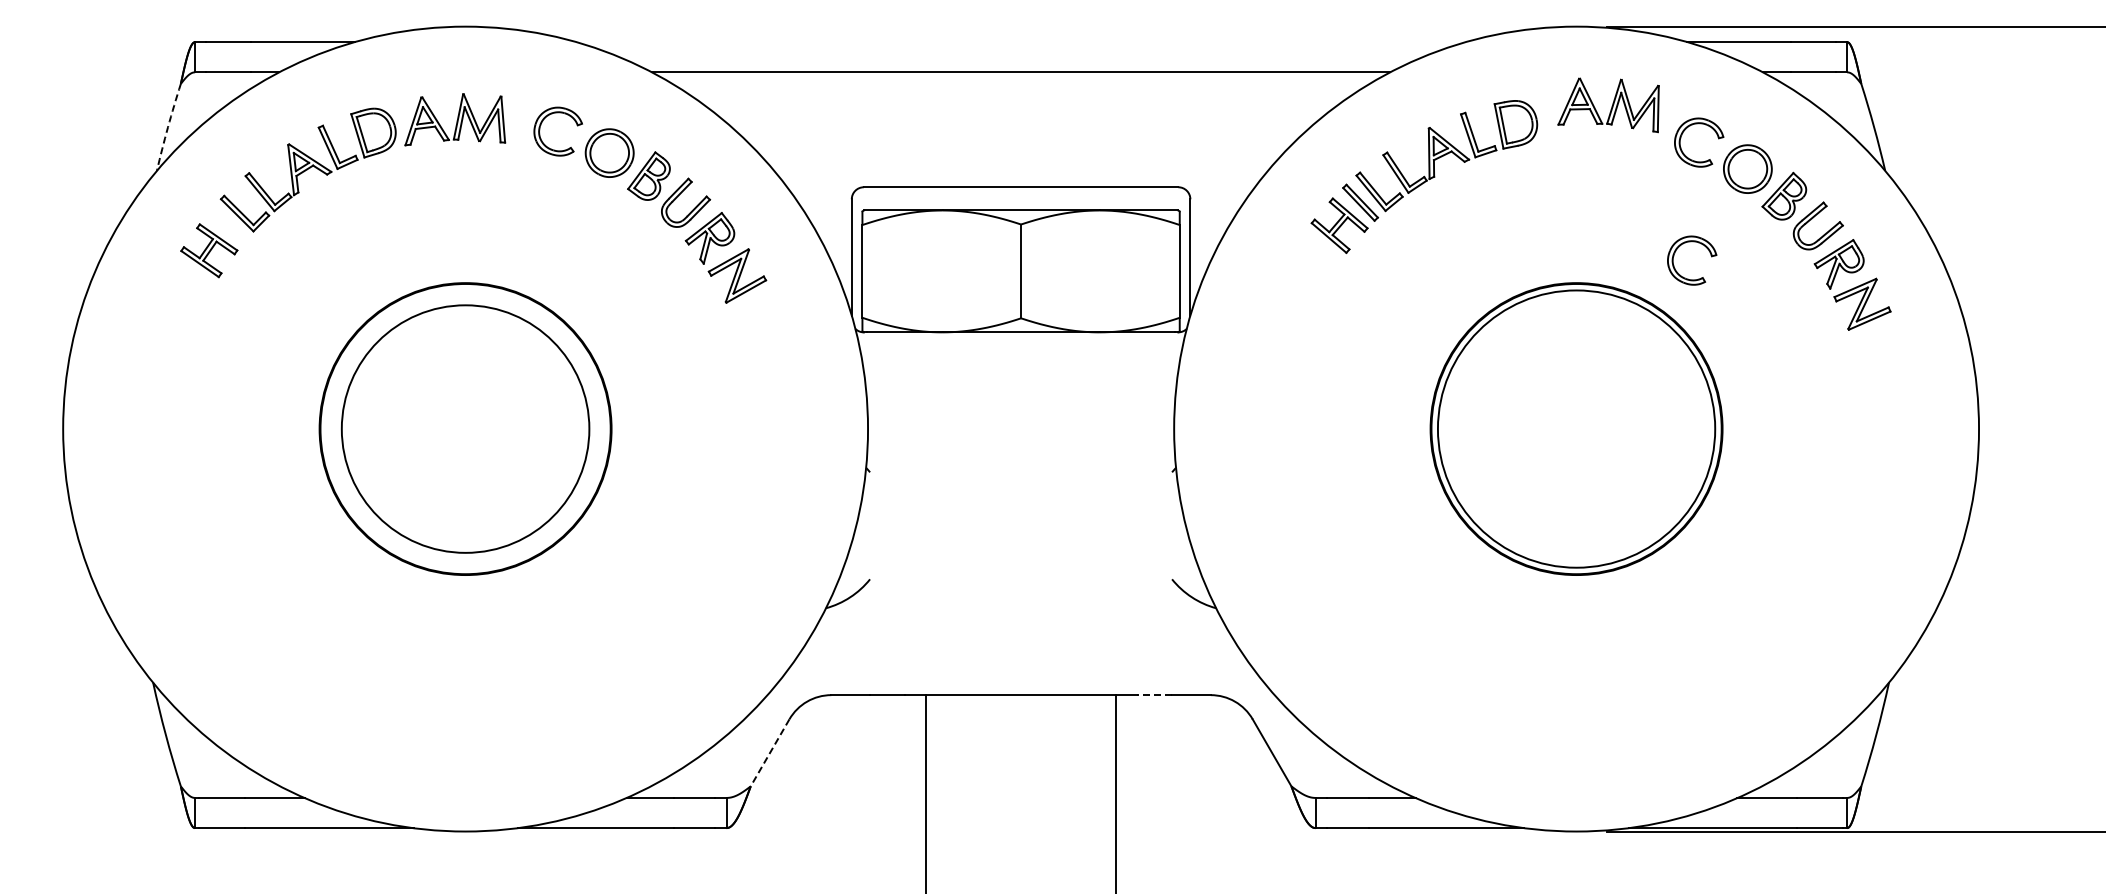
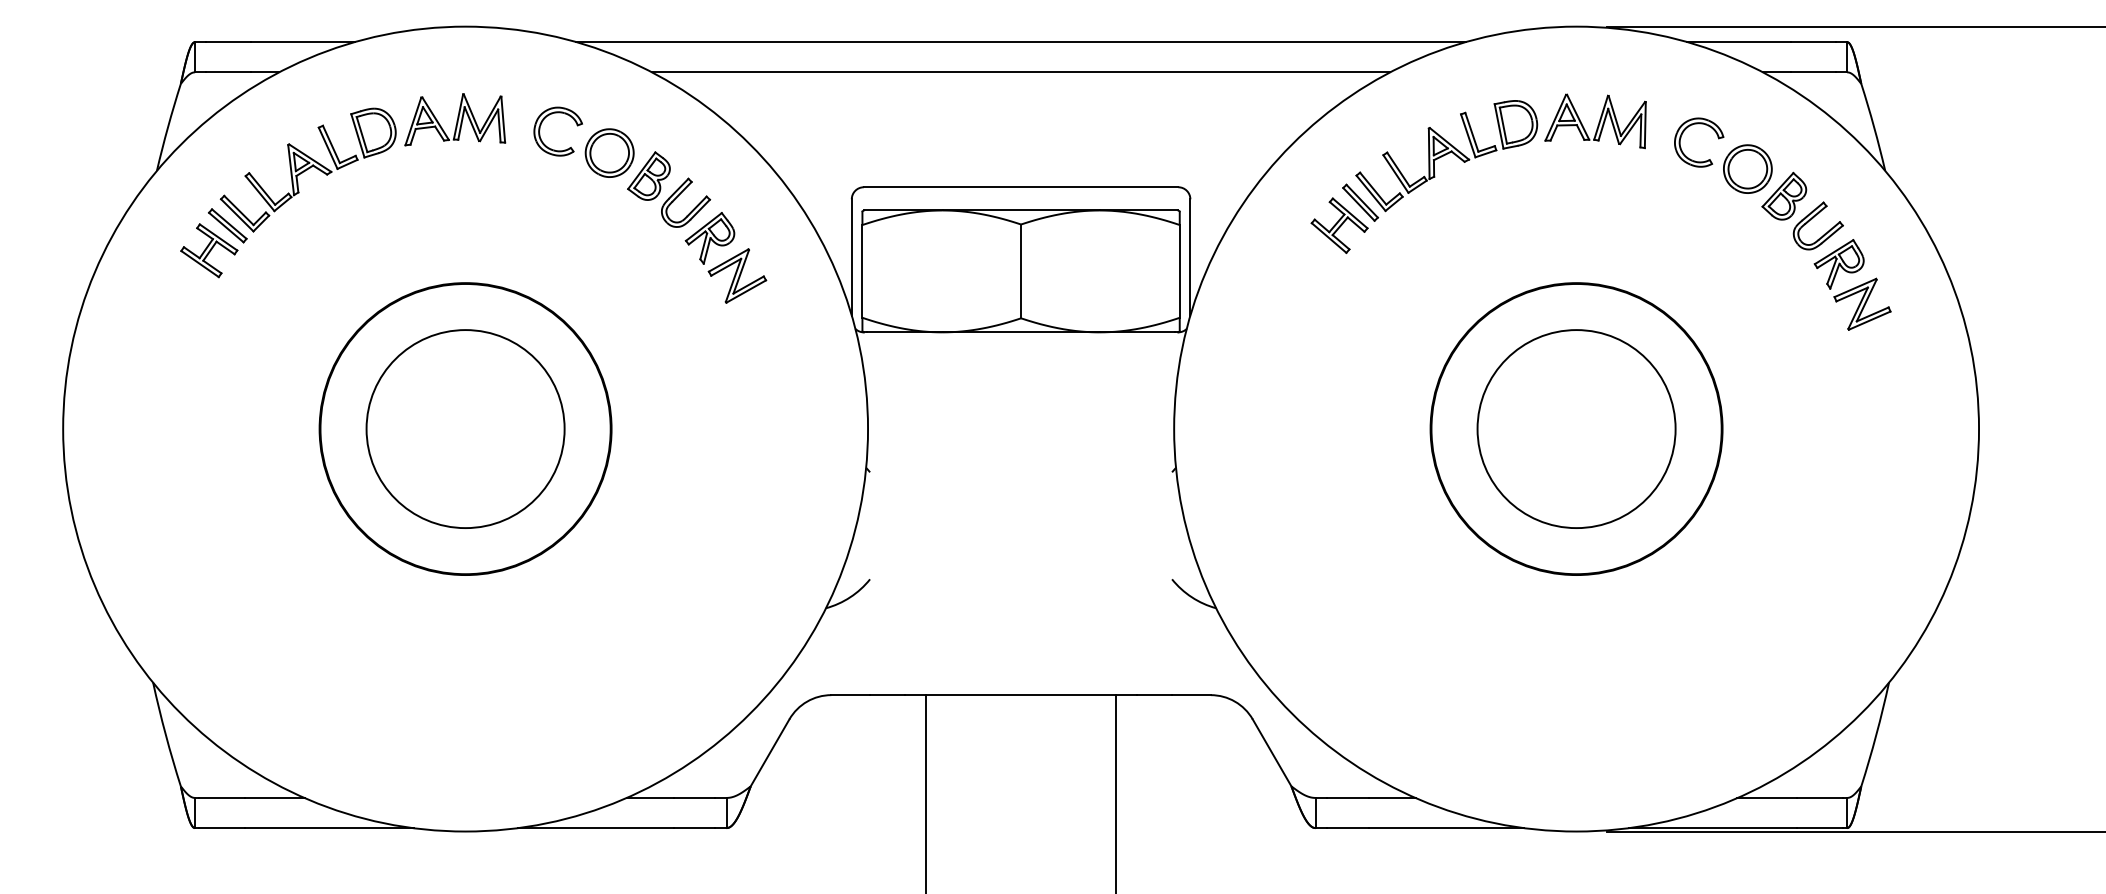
line at (1021, 42): none -> present
part at (1608, 105) position: (1608, 105) -> (1595, 121)
arc at (168, 127): dashed -> solid
part at (227, 225): none -> present
part at (1692, 242): present -> none
circle at (465, 428) diameter: 248 px -> 198 px
circle at (1576, 428) diameter: 277 px -> 198 px
line at (1154, 695): dashed -> solid
line at (770, 752): dashed -> solid
